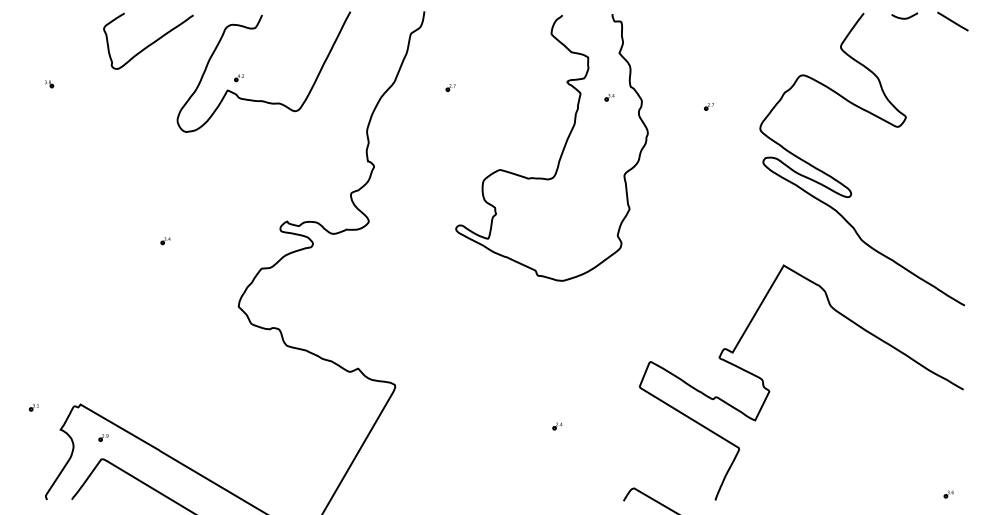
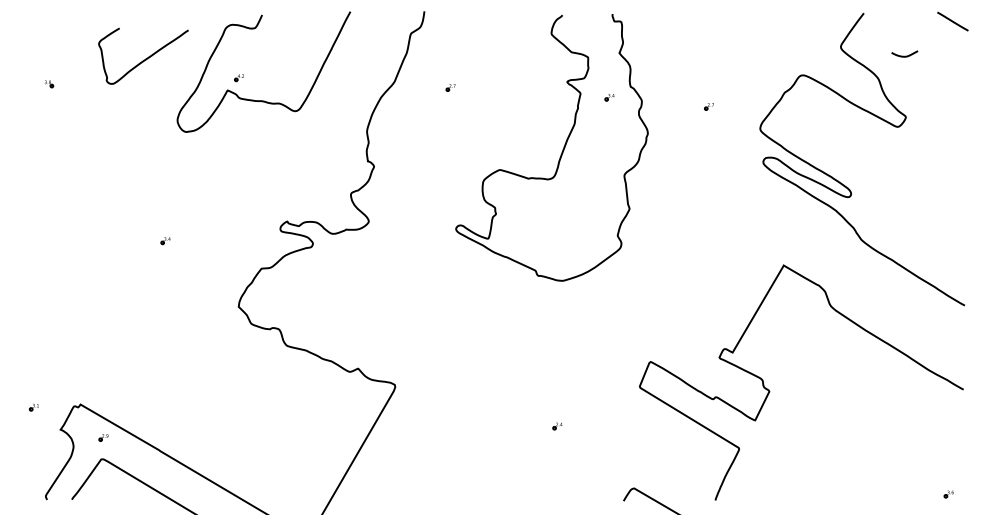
curve at (904, 17) position: (904, 17) -> (904, 55)
curve at (150, 43) position: (150, 43) -> (145, 58)
